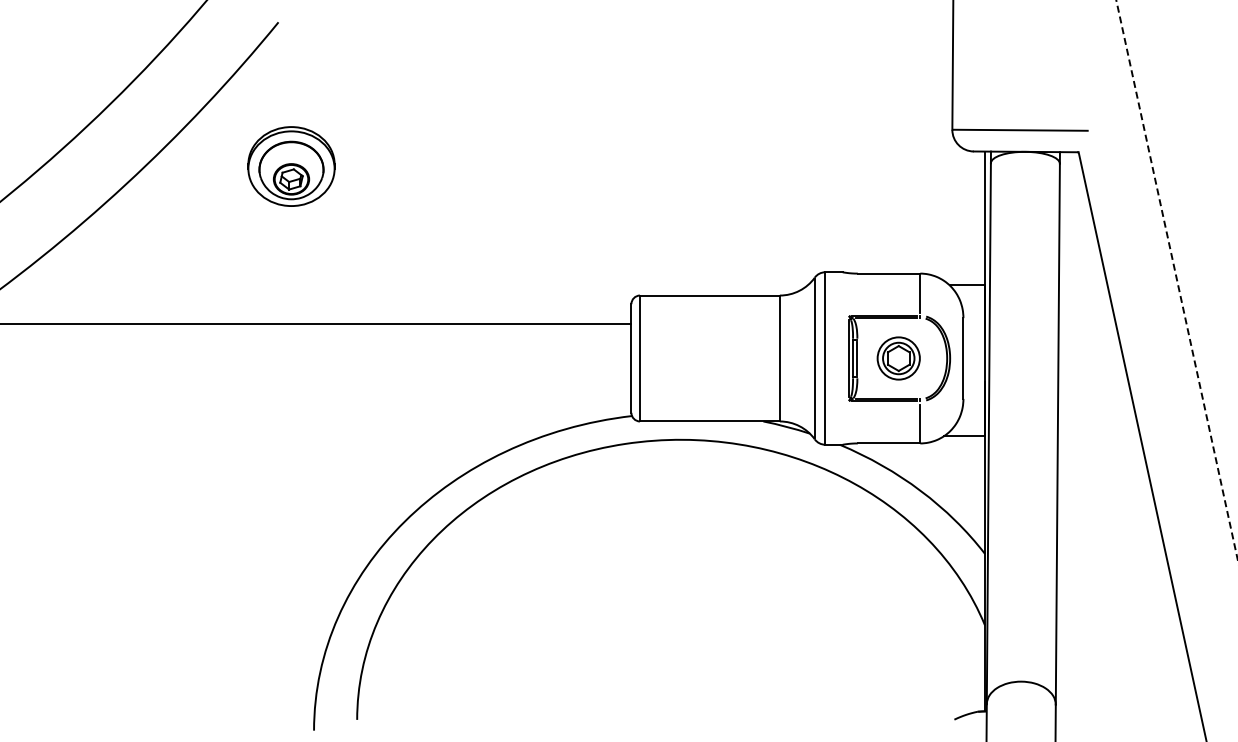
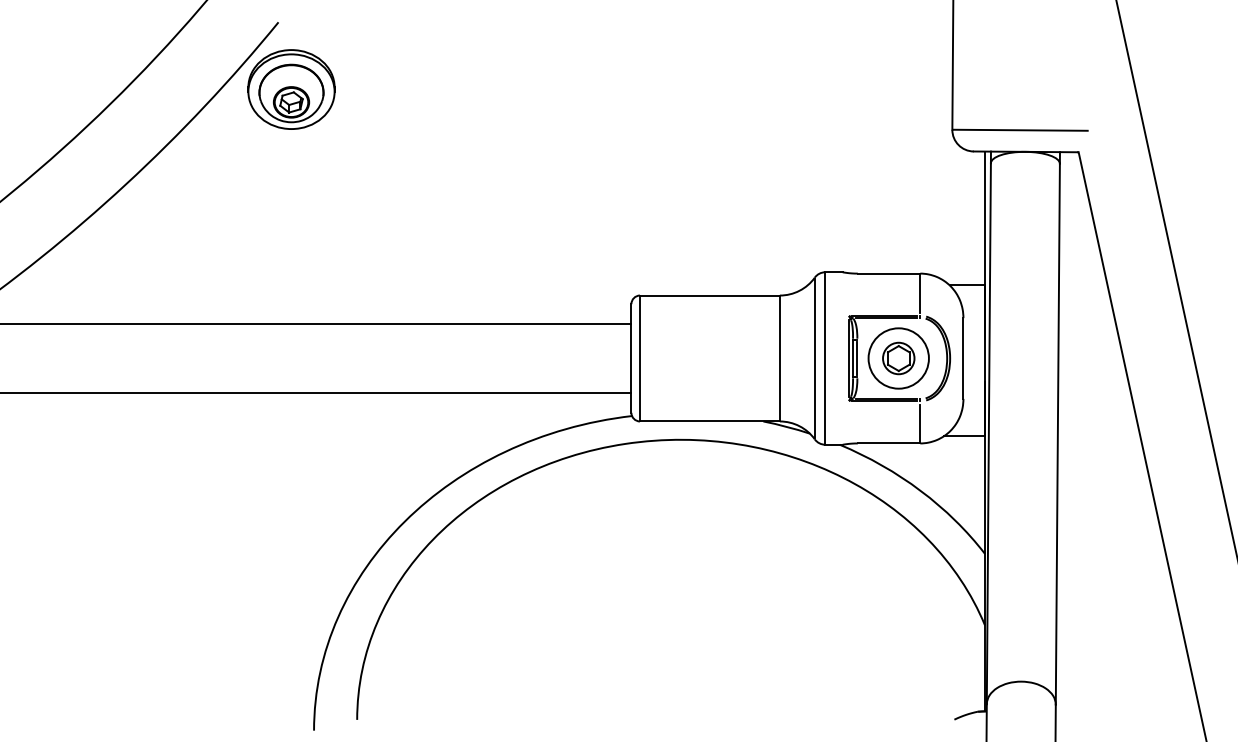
part at (291, 166) position: (291, 166) -> (291, 89)
line at (1177, 281): dashed -> solid
circle at (898, 358) diameter: 42 px -> 60 px
line at (316, 393): none -> present
